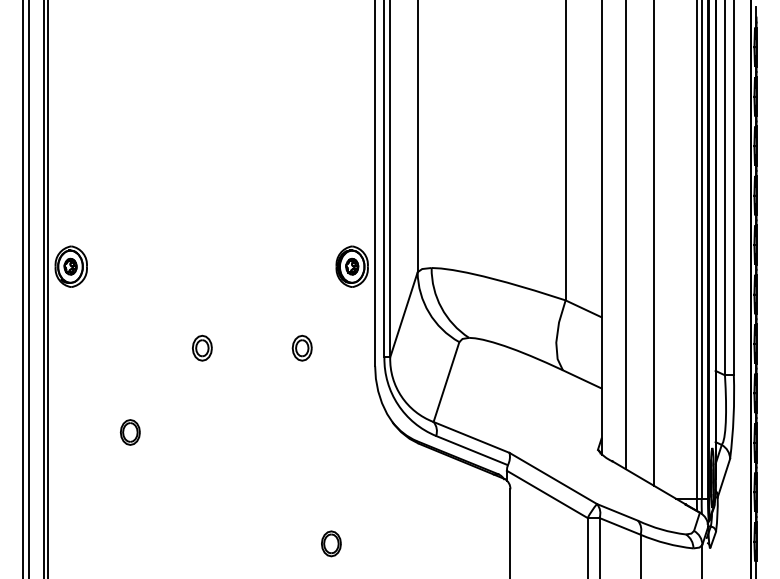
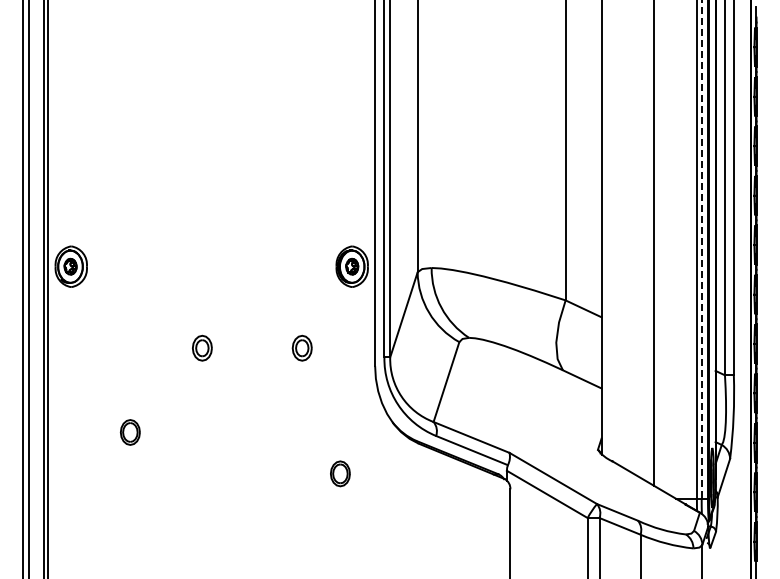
line at (625, 235): present -> none
line at (701, 249): solid -> dashed
part at (331, 543) position: (331, 543) -> (340, 473)
